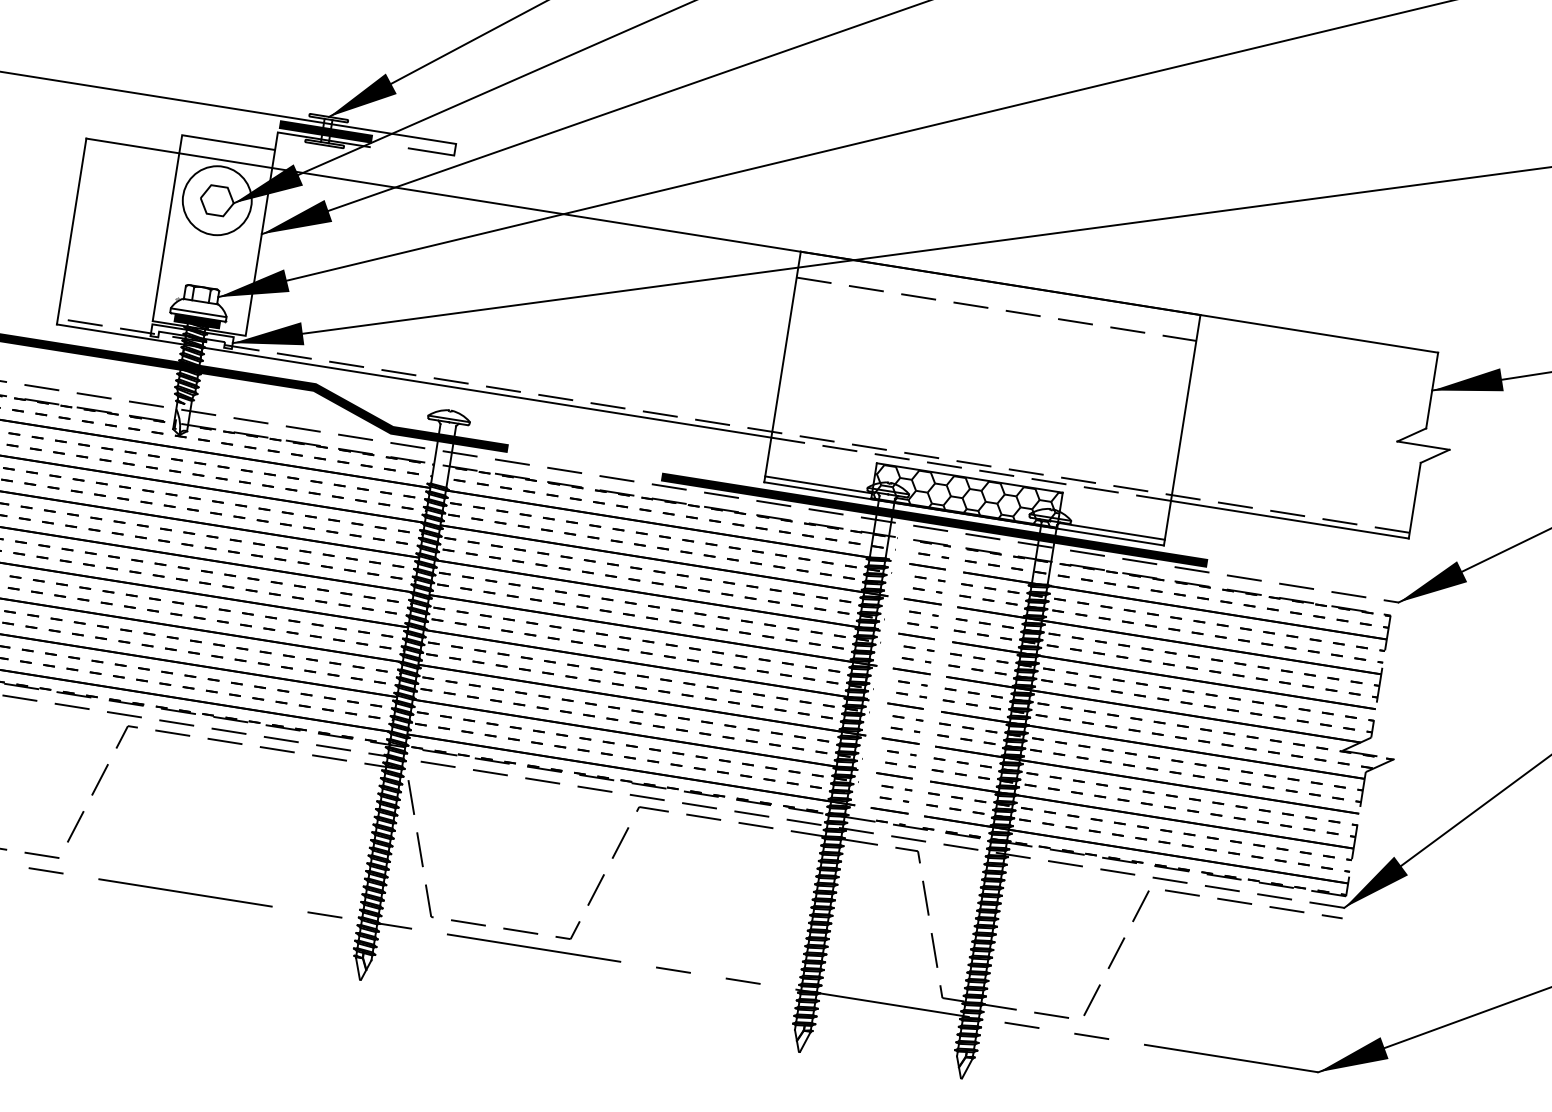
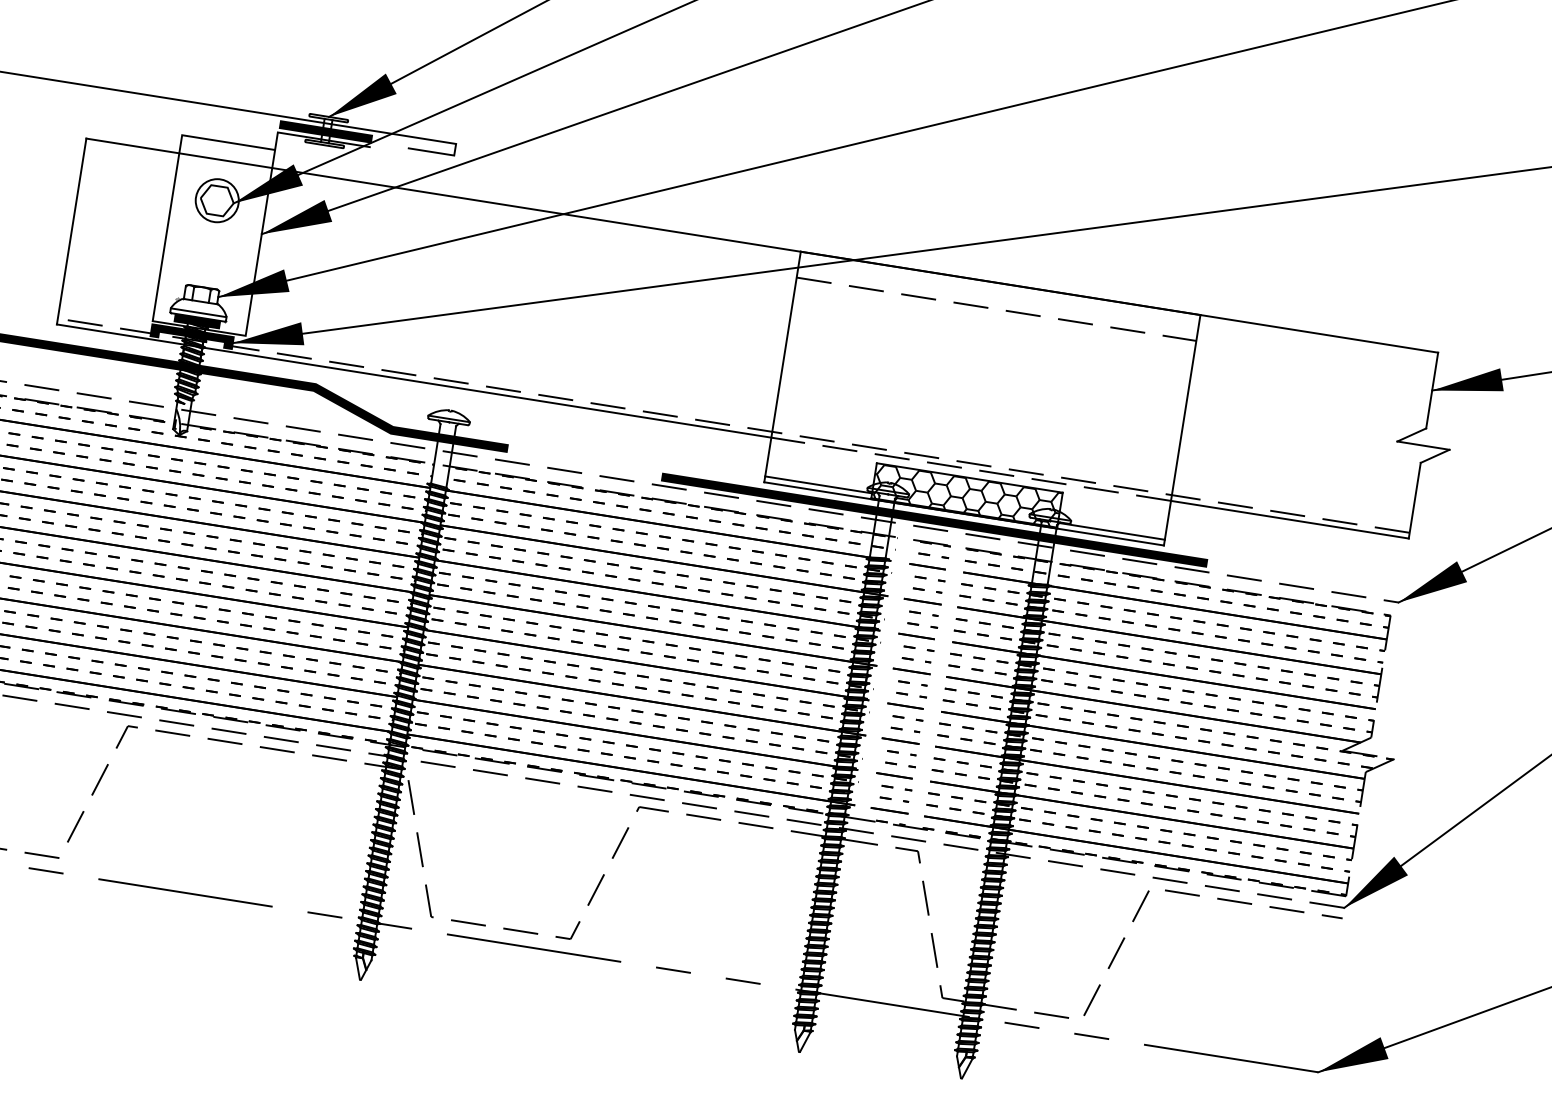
circle at (216, 200) diameter: 69 px -> 43 px
fill at (191, 336): none -> present
